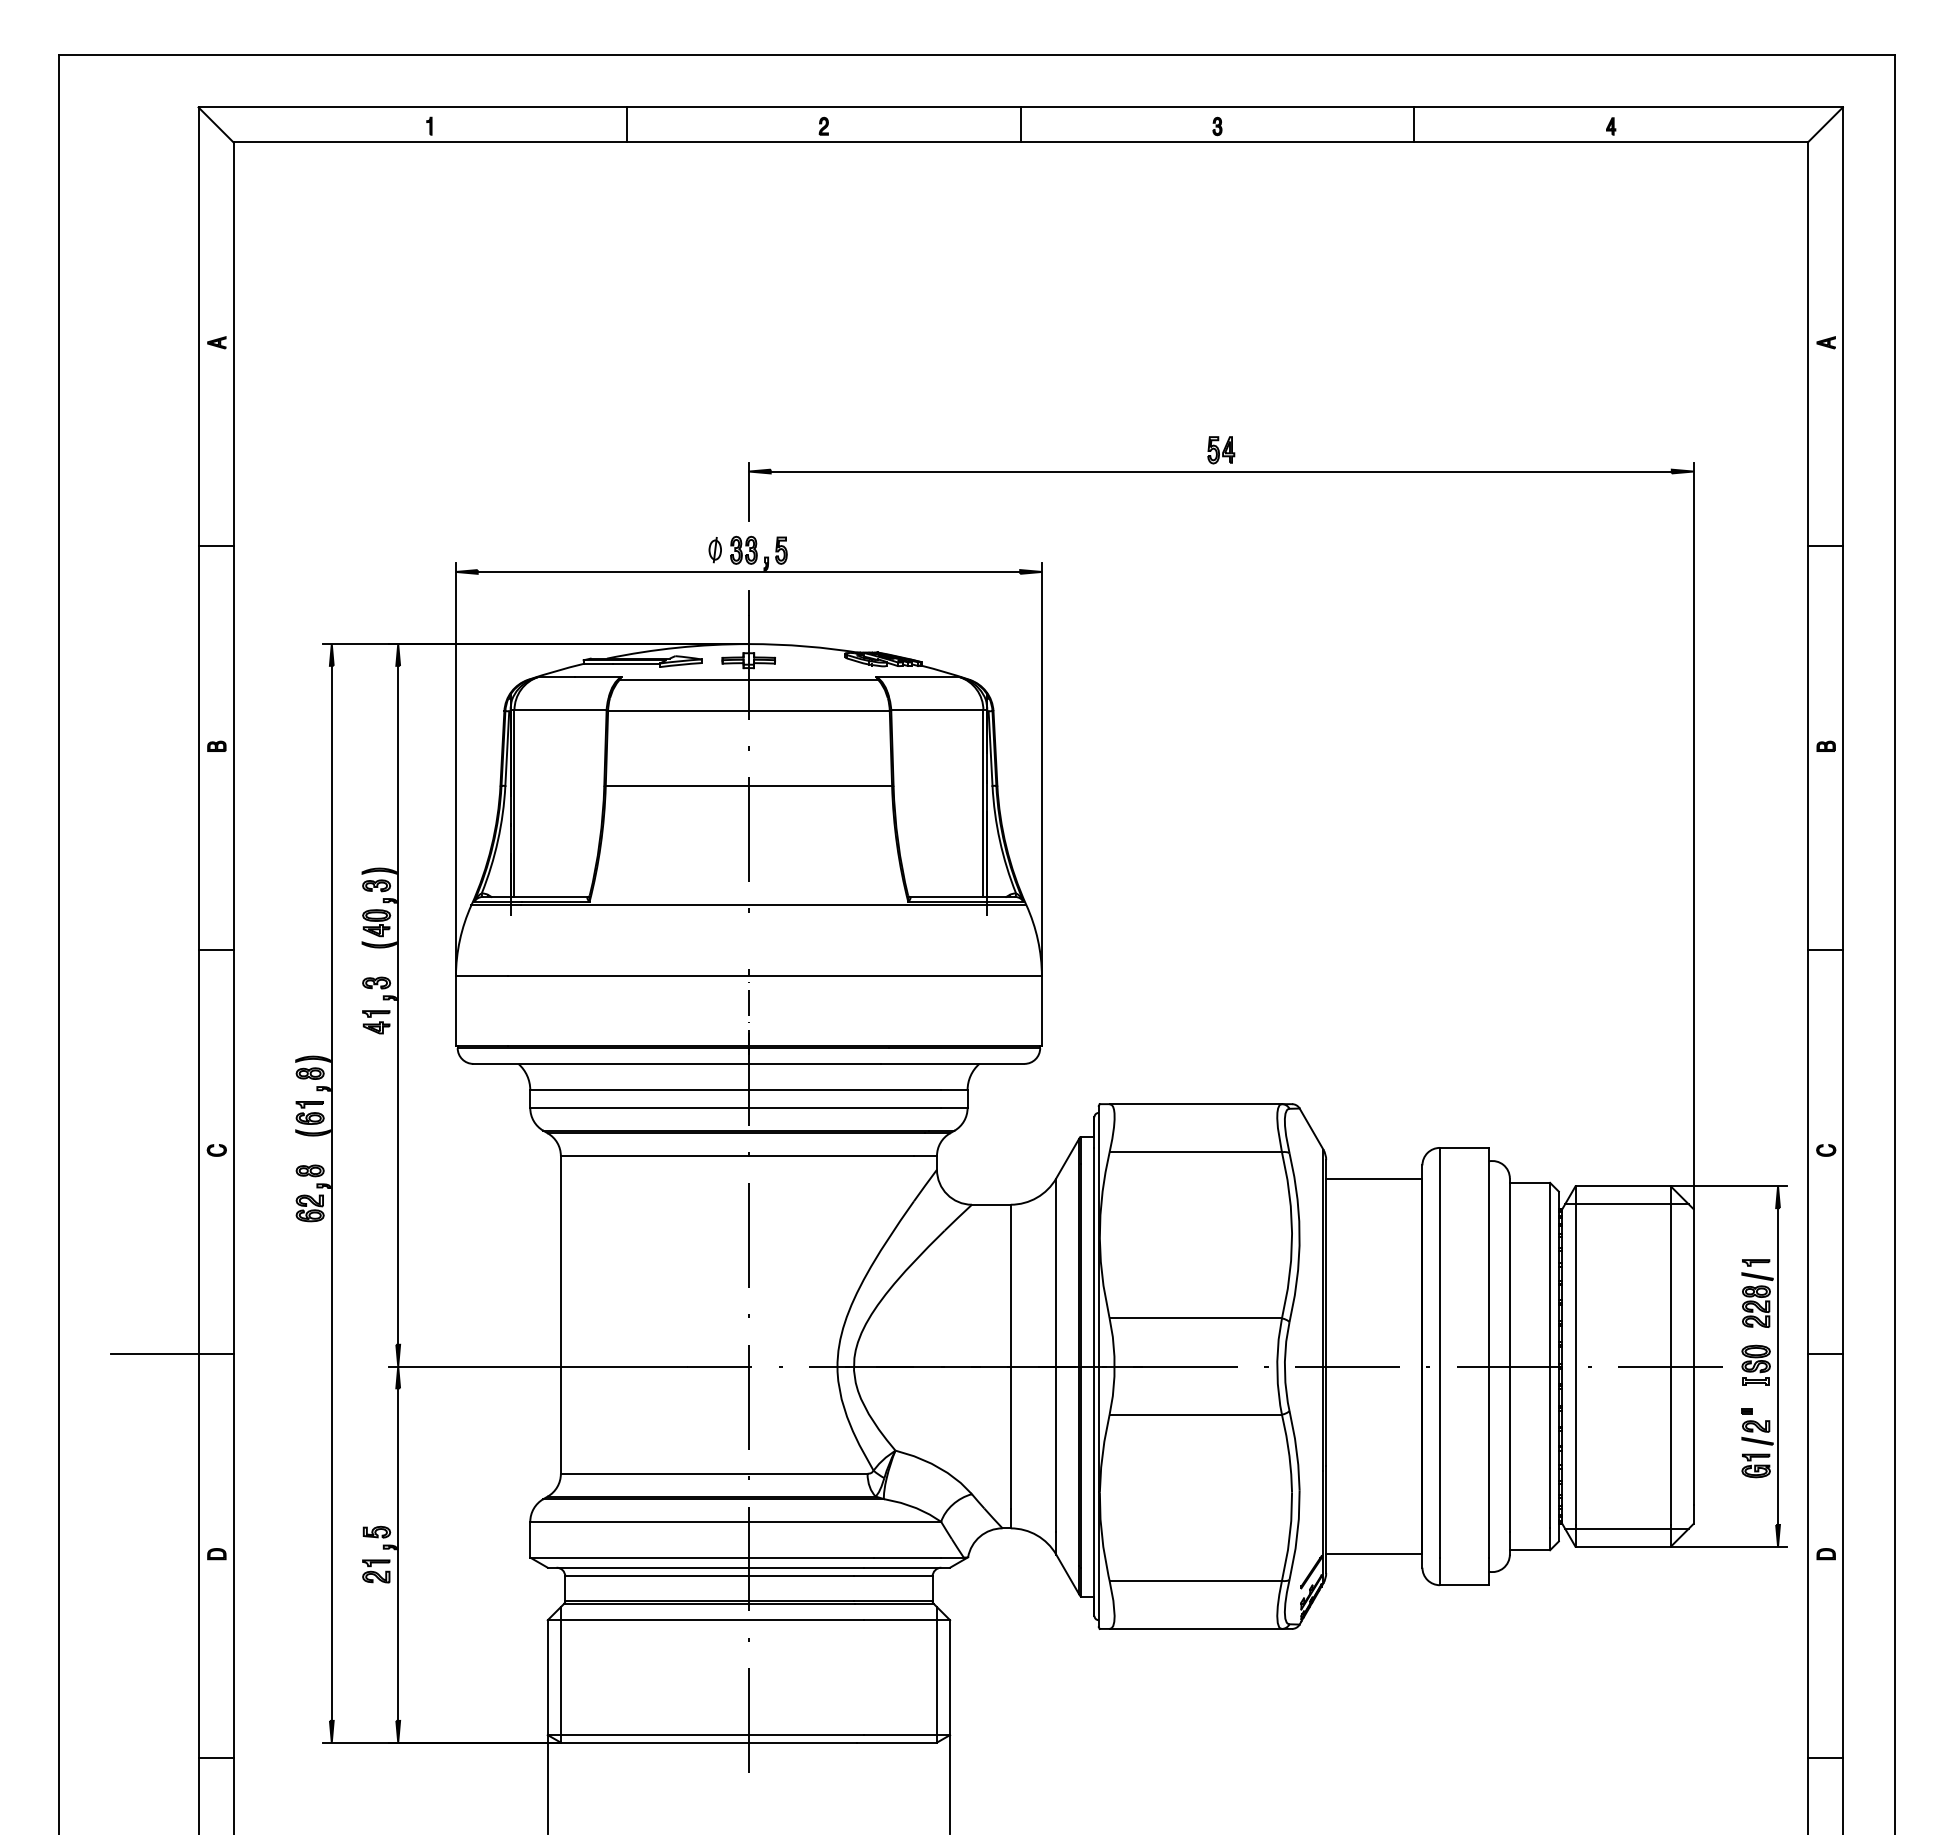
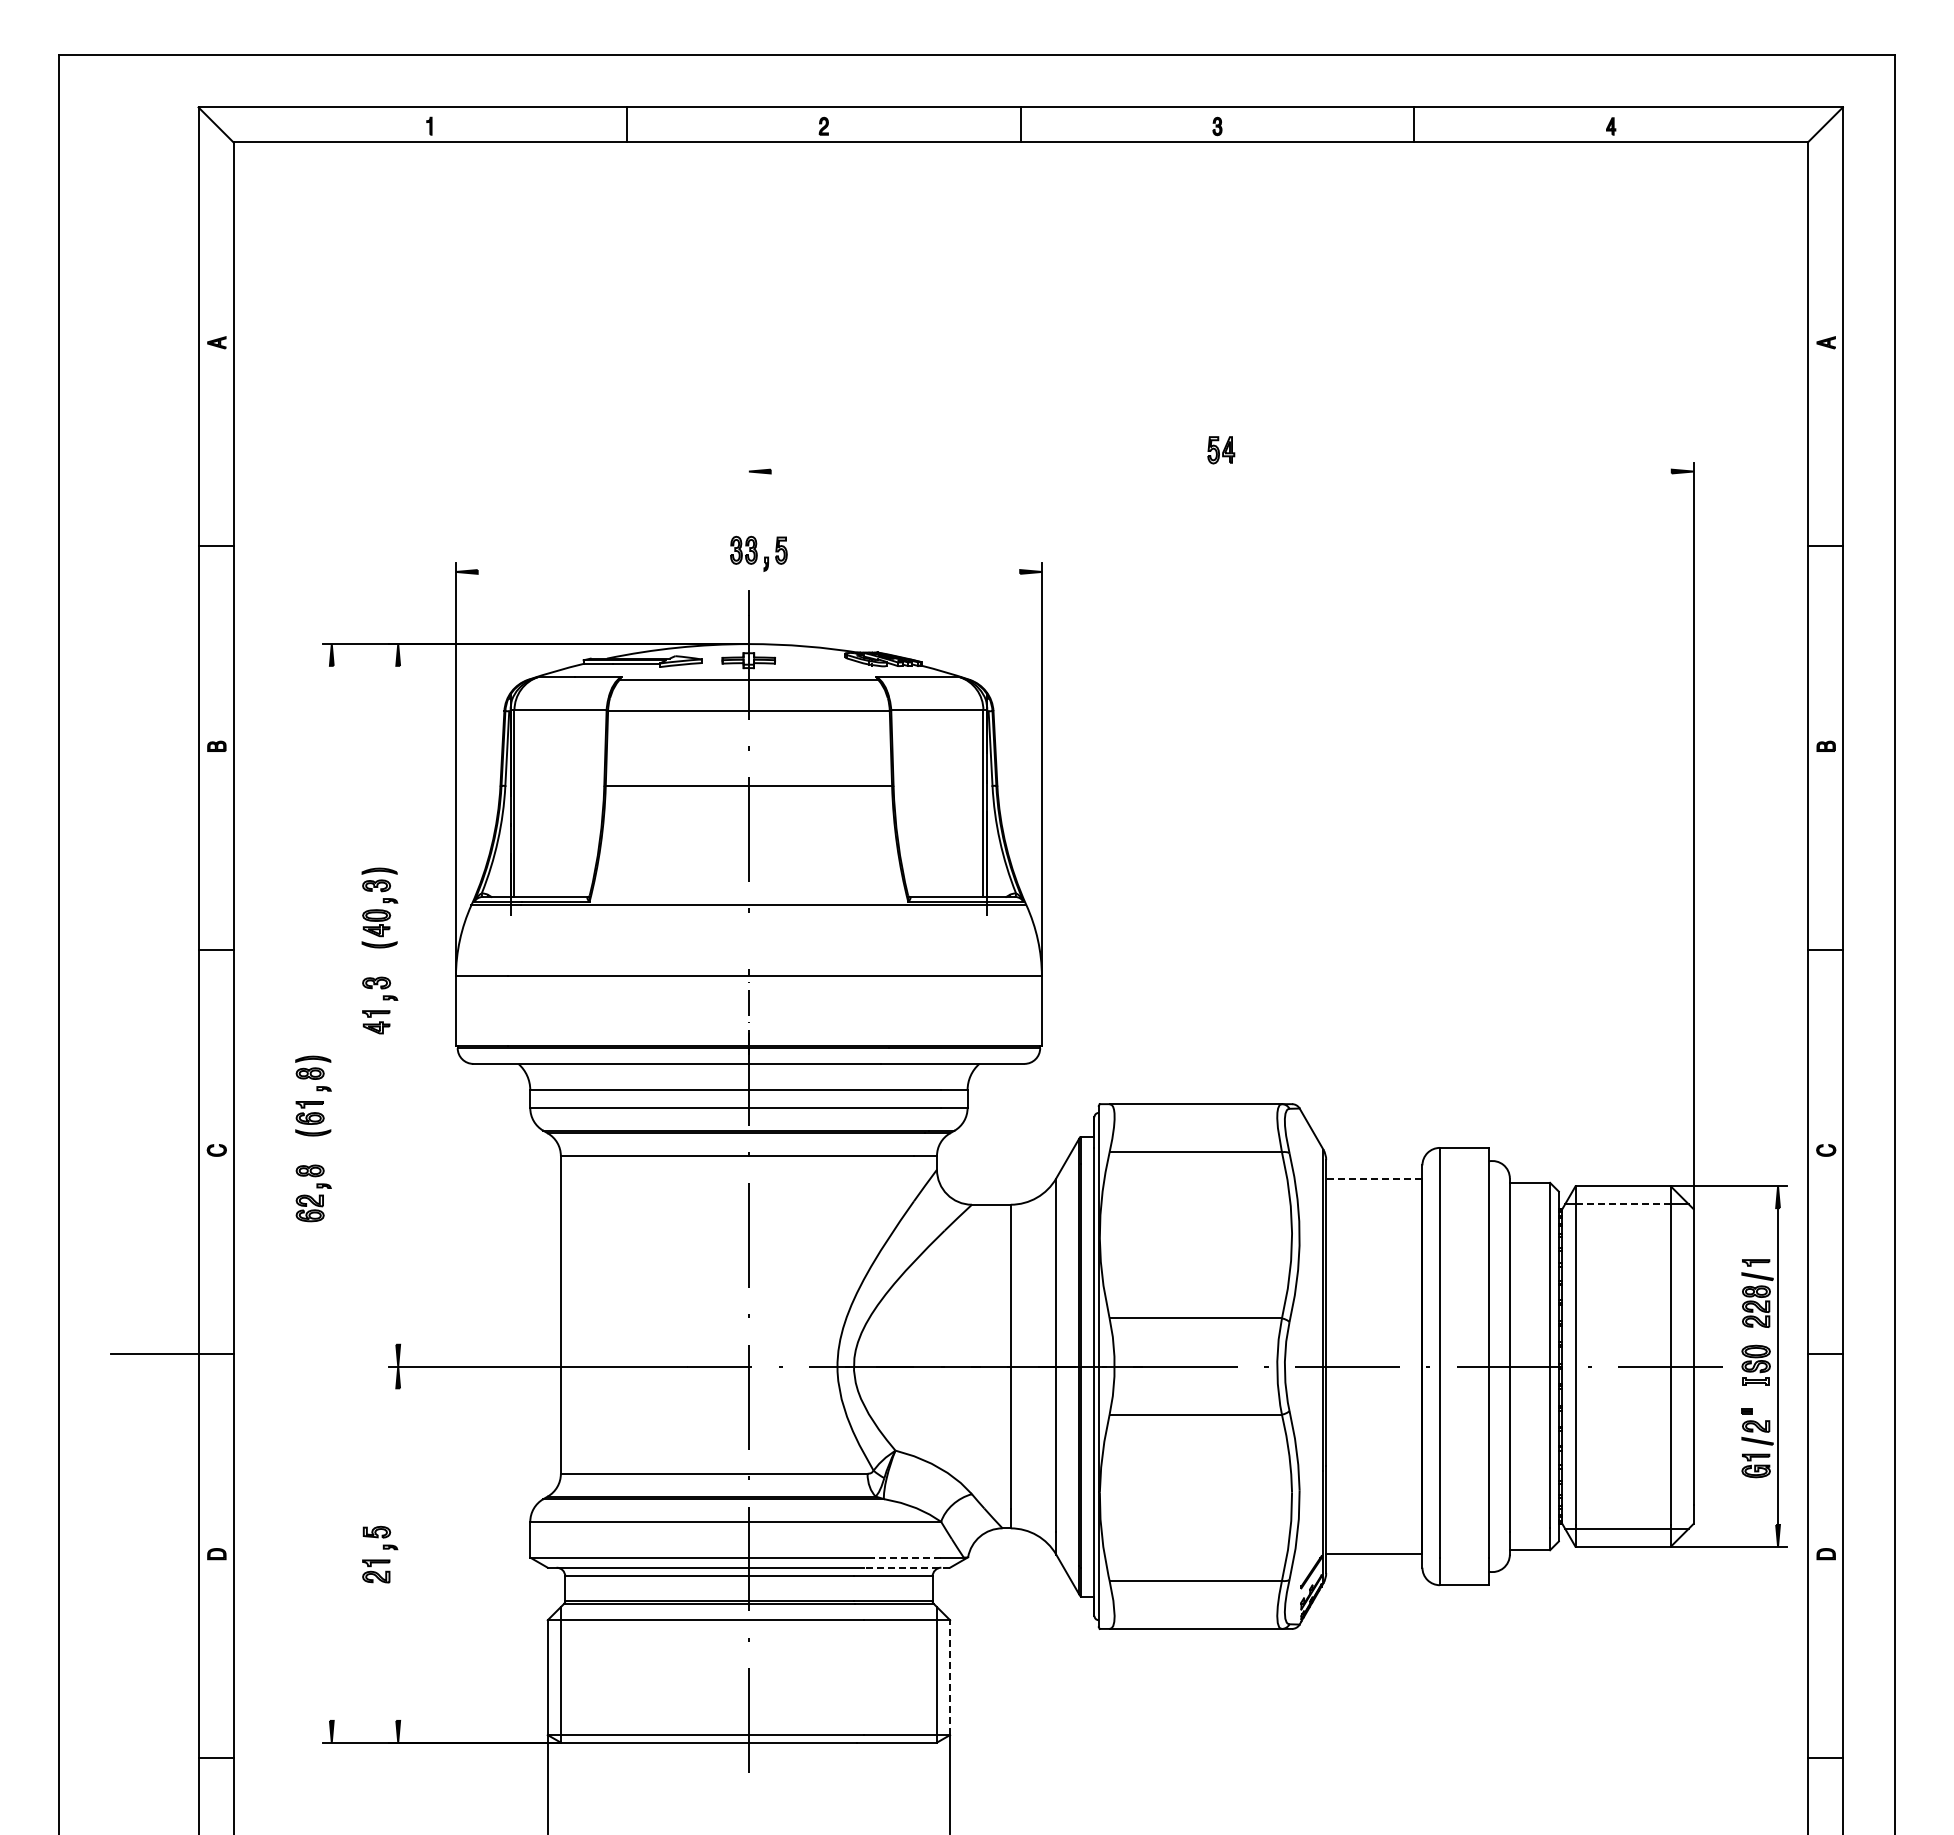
line at (1220, 471): present -> none
line at (748, 491): present -> none
part at (714, 550): present -> none
line at (748, 571): present -> none
line at (398, 1004): present -> none
line at (1373, 1179): solid -> dashed
line at (331, 1192): present -> none
line at (1623, 1204): solid -> dashed
line at (398, 1554): present -> none
line at (907, 1557): solid -> dashed
line at (907, 1567): solid -> dashed
line at (950, 1677): solid -> dashed
